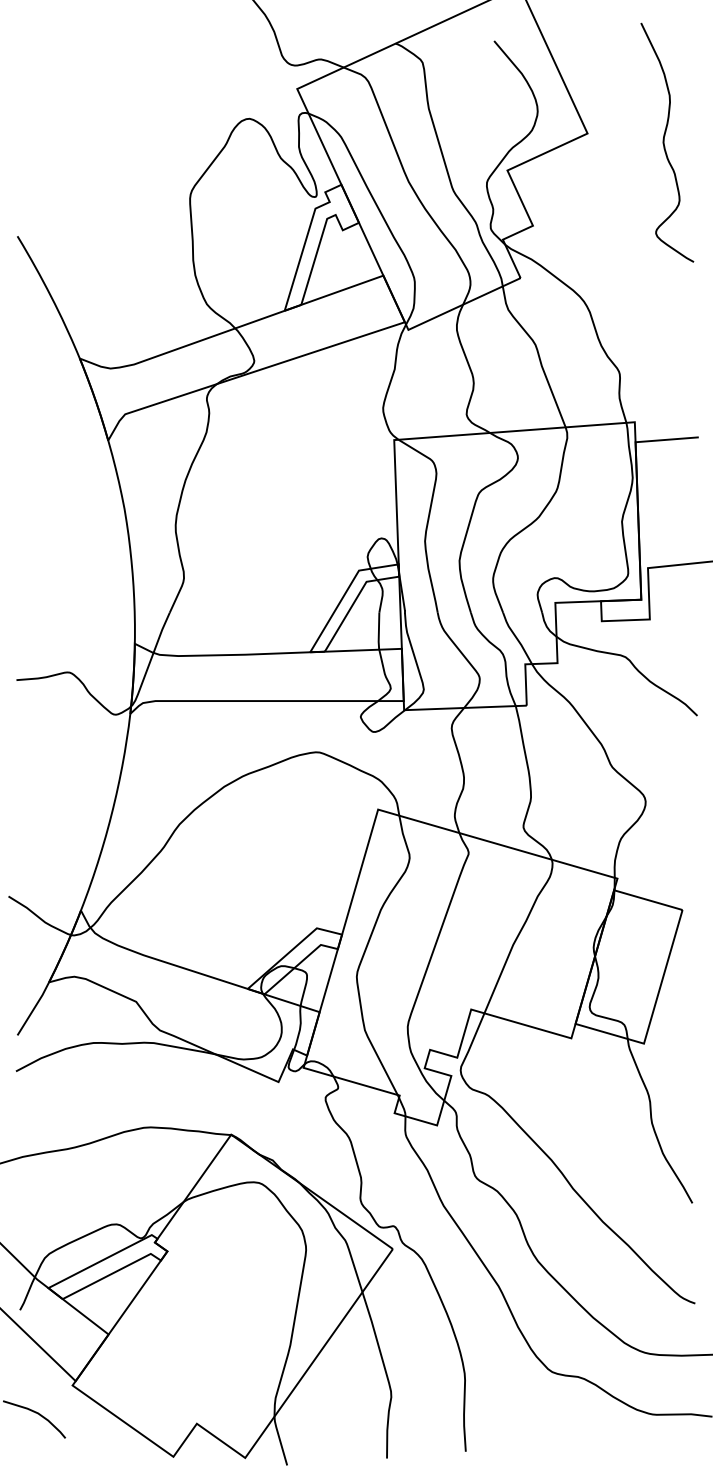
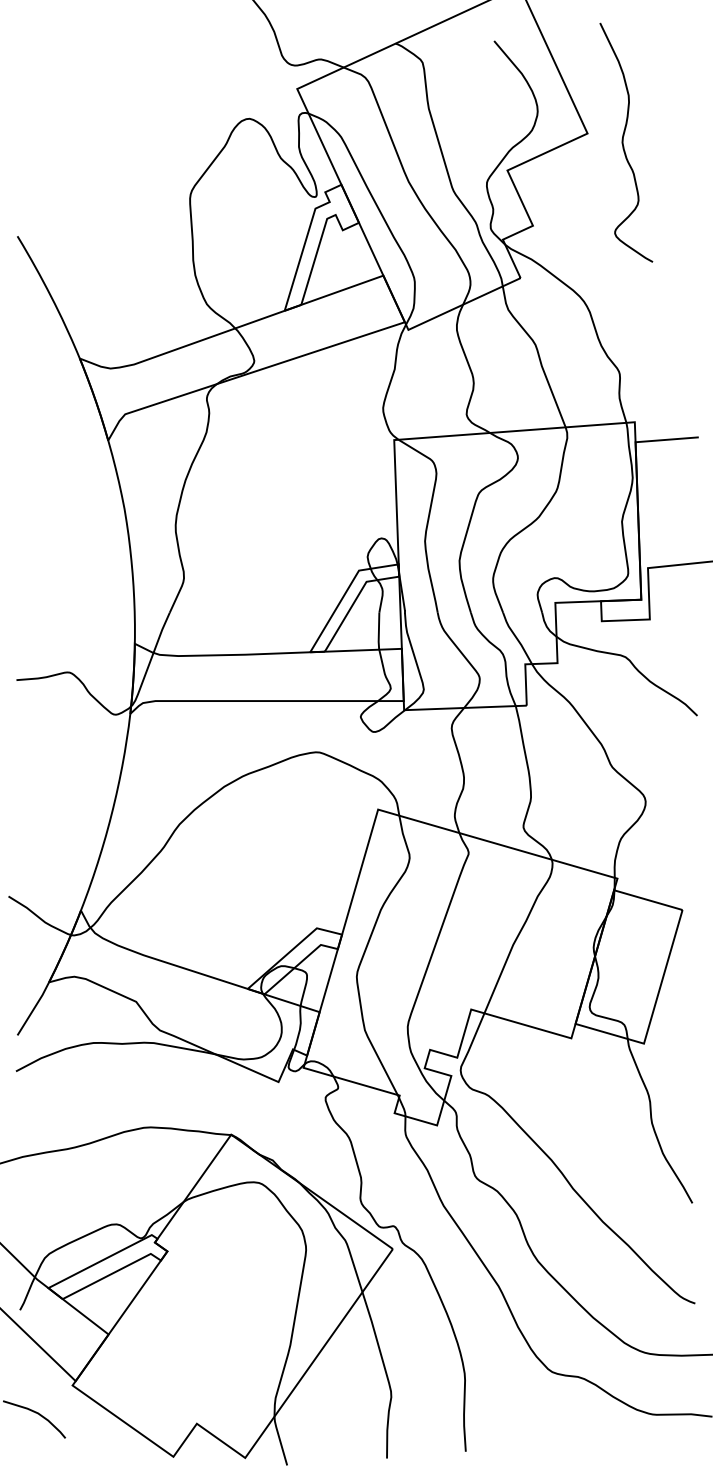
curve at (664, 142) position: (664, 142) -> (623, 142)
